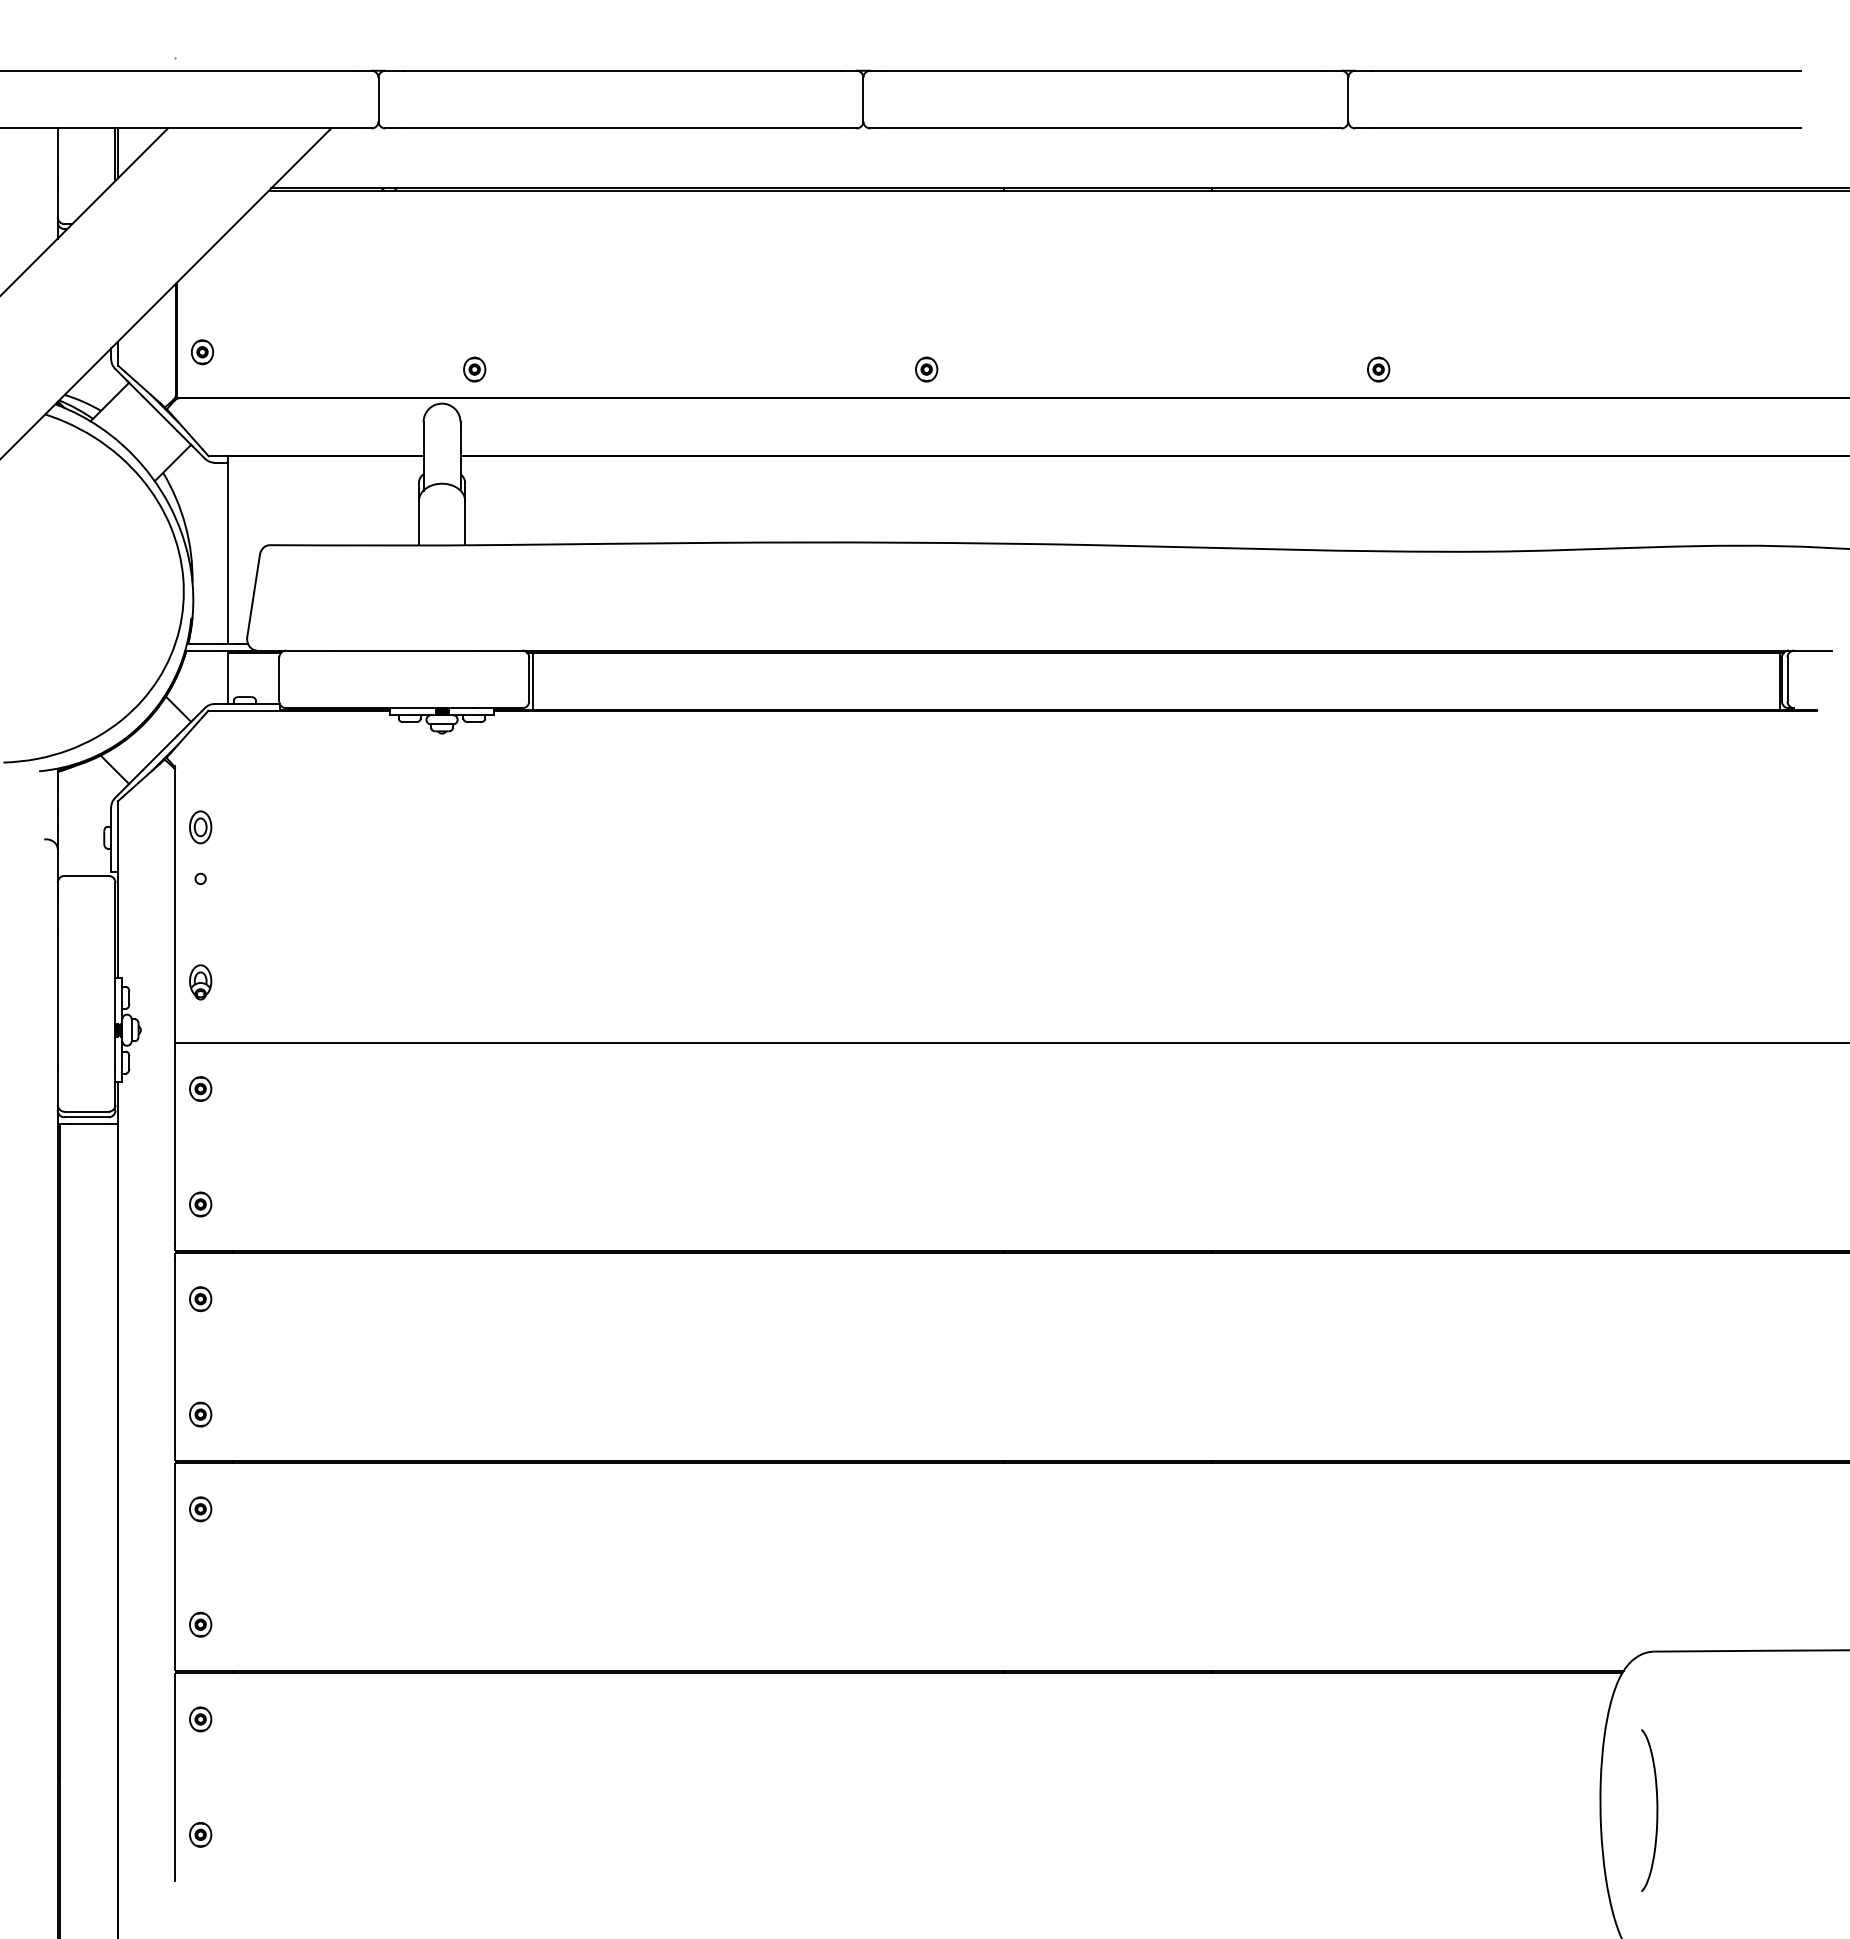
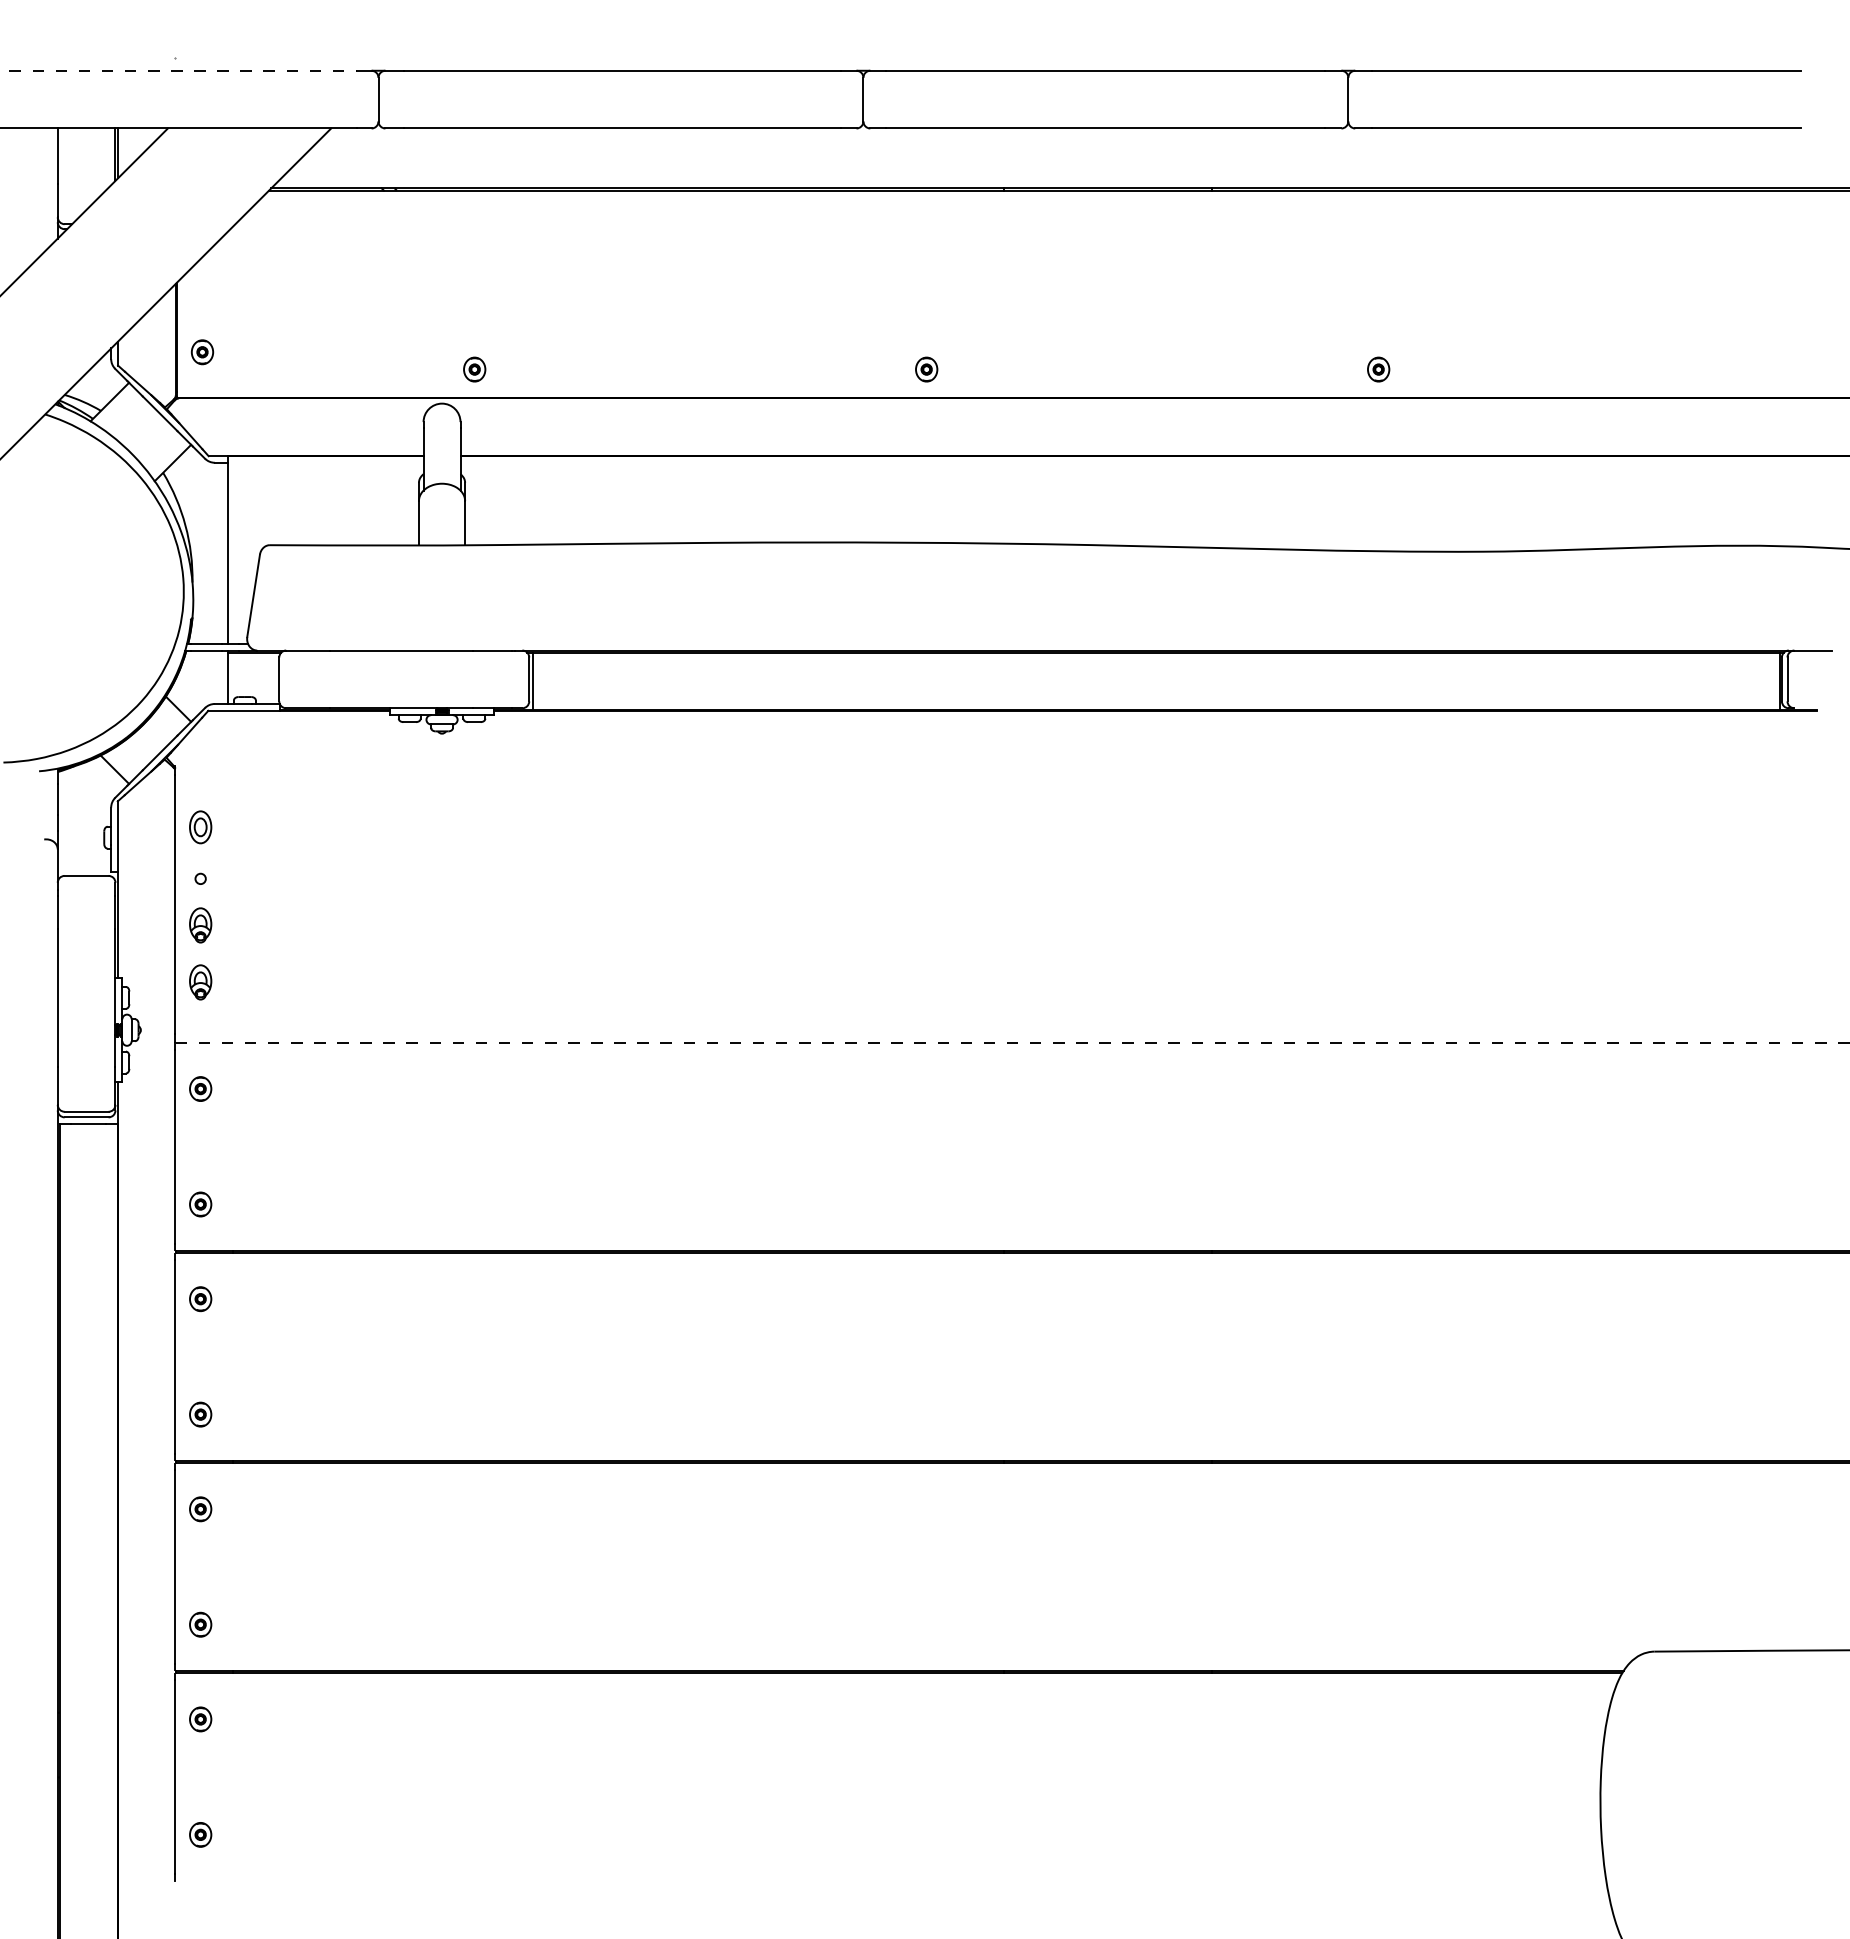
line at (179, 70): solid -> dashed
part at (200, 925): none -> present
line at (1013, 1042): solid -> dashed
curve at (1656, 1810): present -> none
